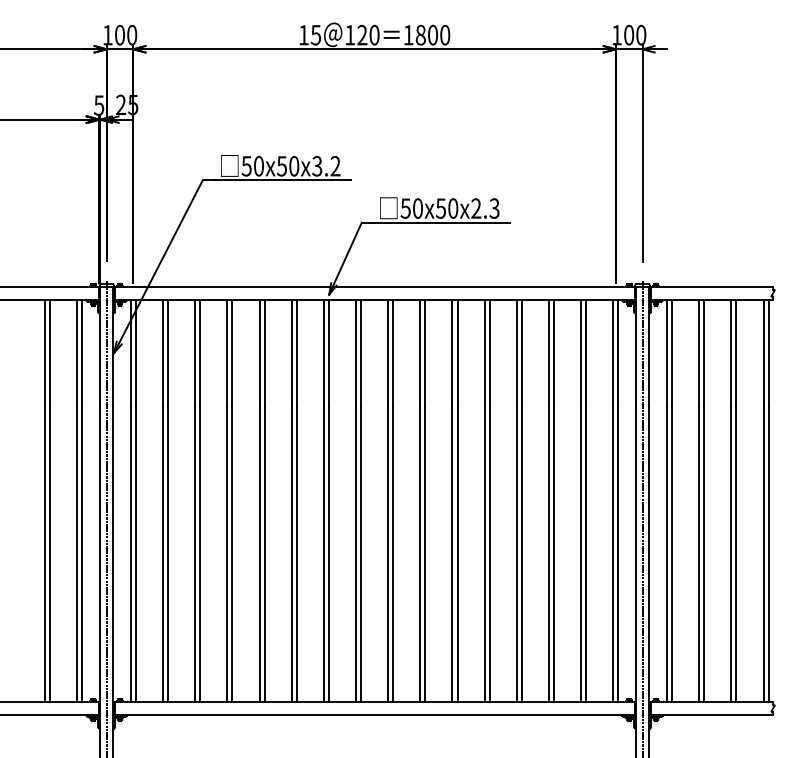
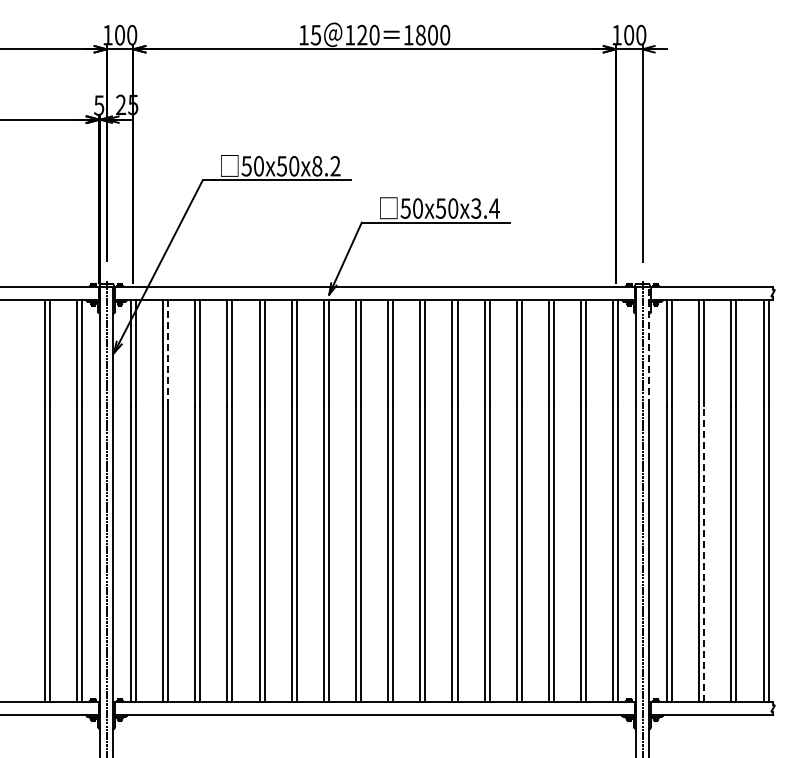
text at (317, 166): 50x50x3.2 -> 50x50x8.2
text at (485, 208): 50x50x2.3 -> 50x50x3.4
line at (649, 346): solid -> dashed
line at (168, 352): solid -> dashed
line at (704, 553): solid -> dashed
